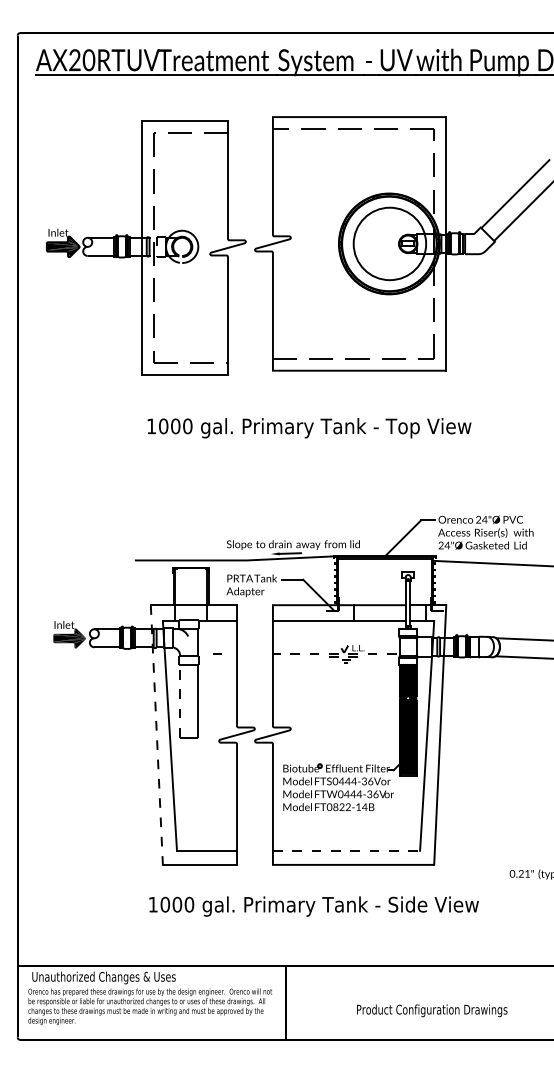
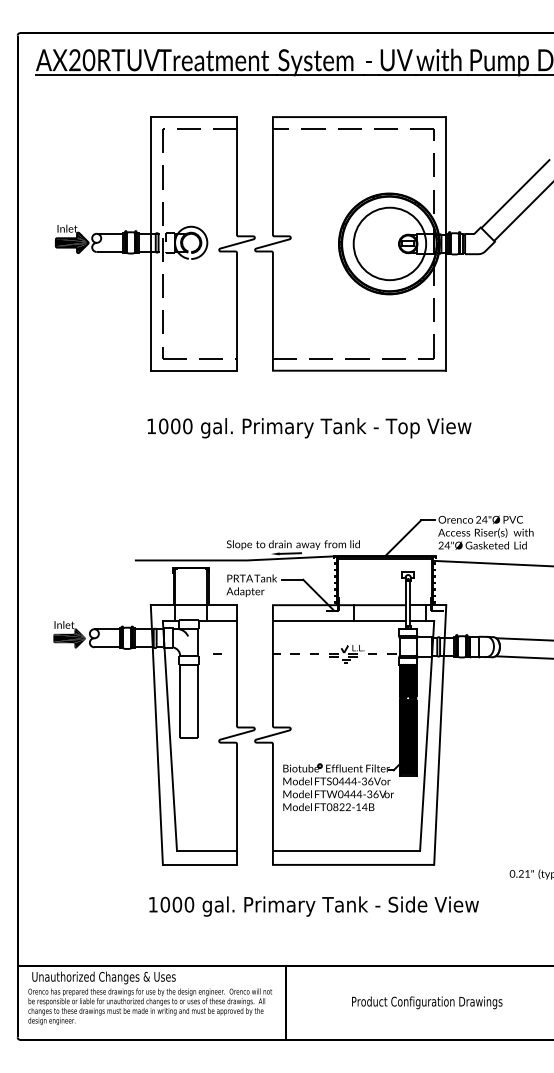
part at (146, 247) position: (146, 247) -> (155, 243)
line at (180, 700): dashed -> solid
line at (156, 735): dashed -> solid
line at (346, 850): dashed -> solid
text at (432, 1010) position: (432, 1010) -> (427, 1002)
